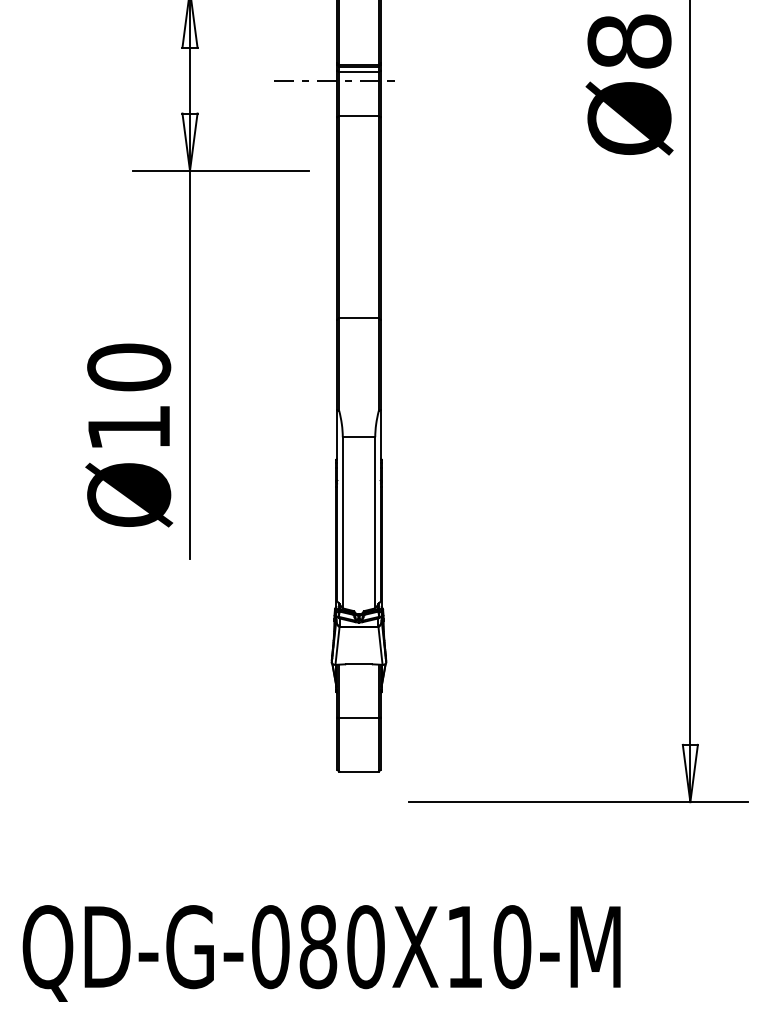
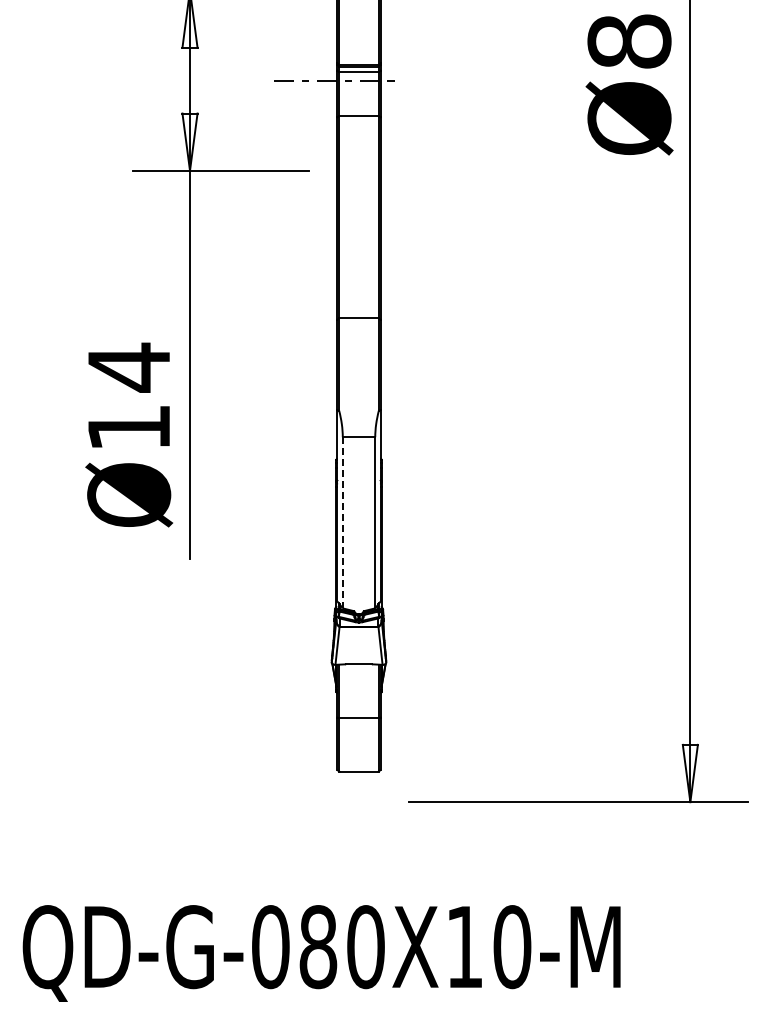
text at (129, 367): Ø10 -> Ø14
line at (342, 522): solid -> dashed
